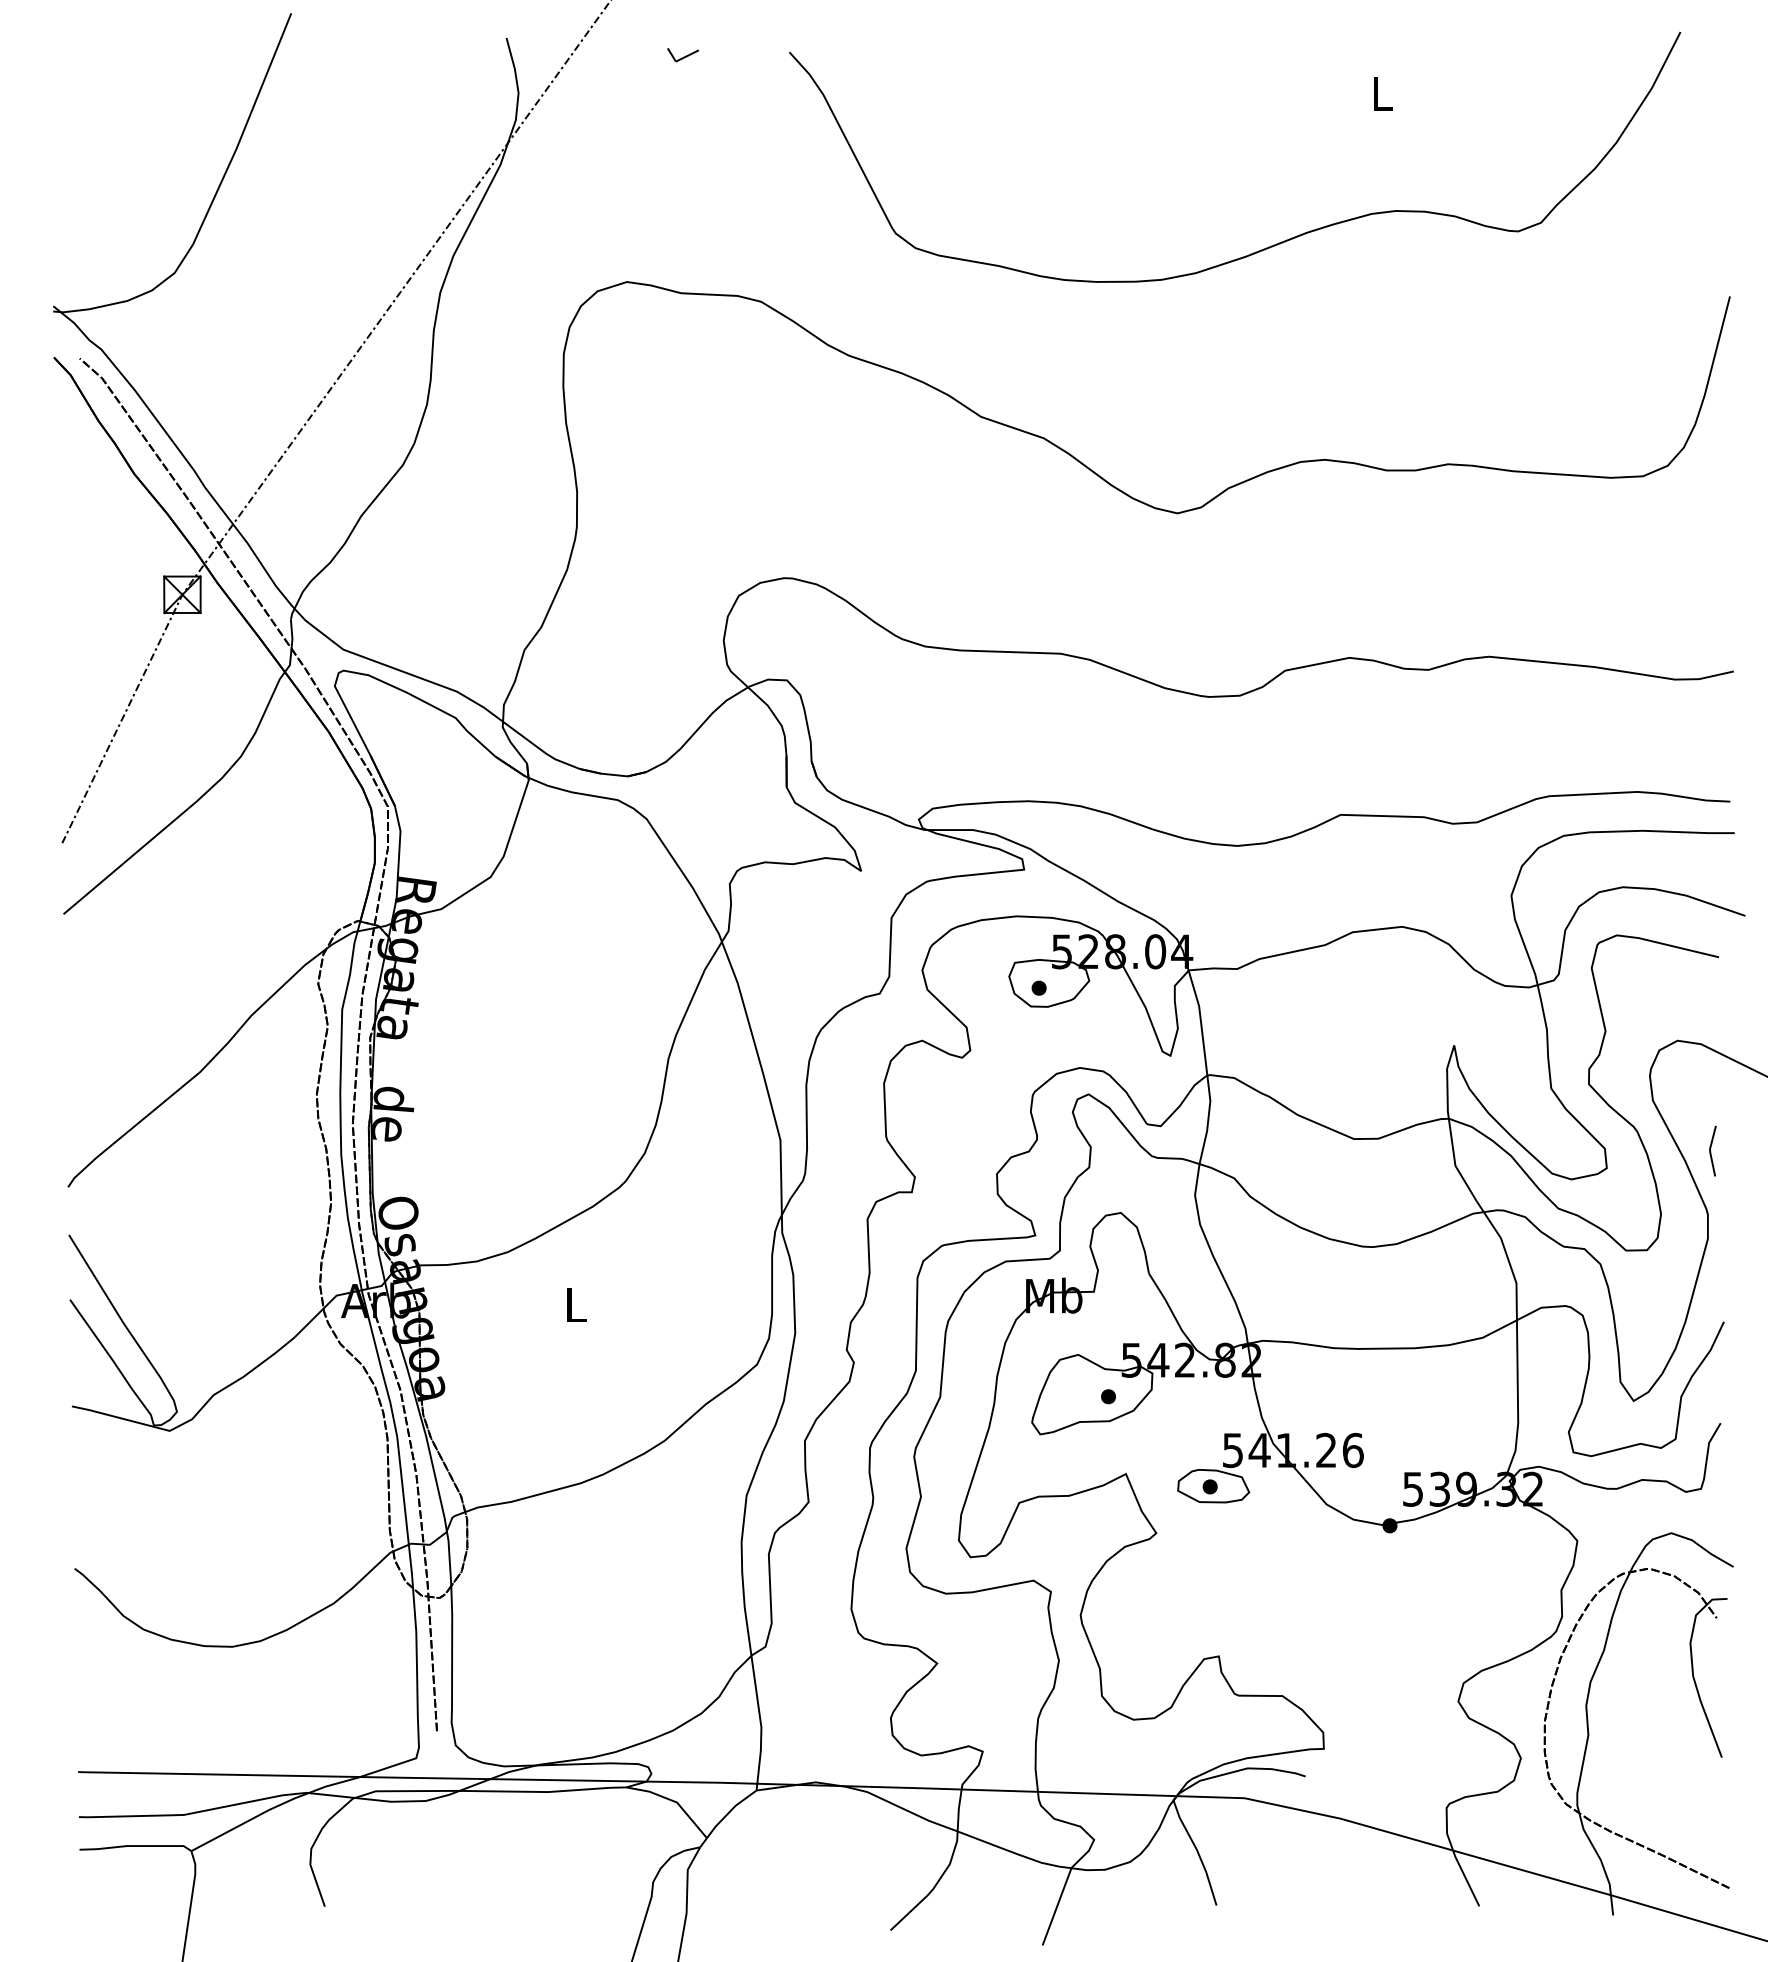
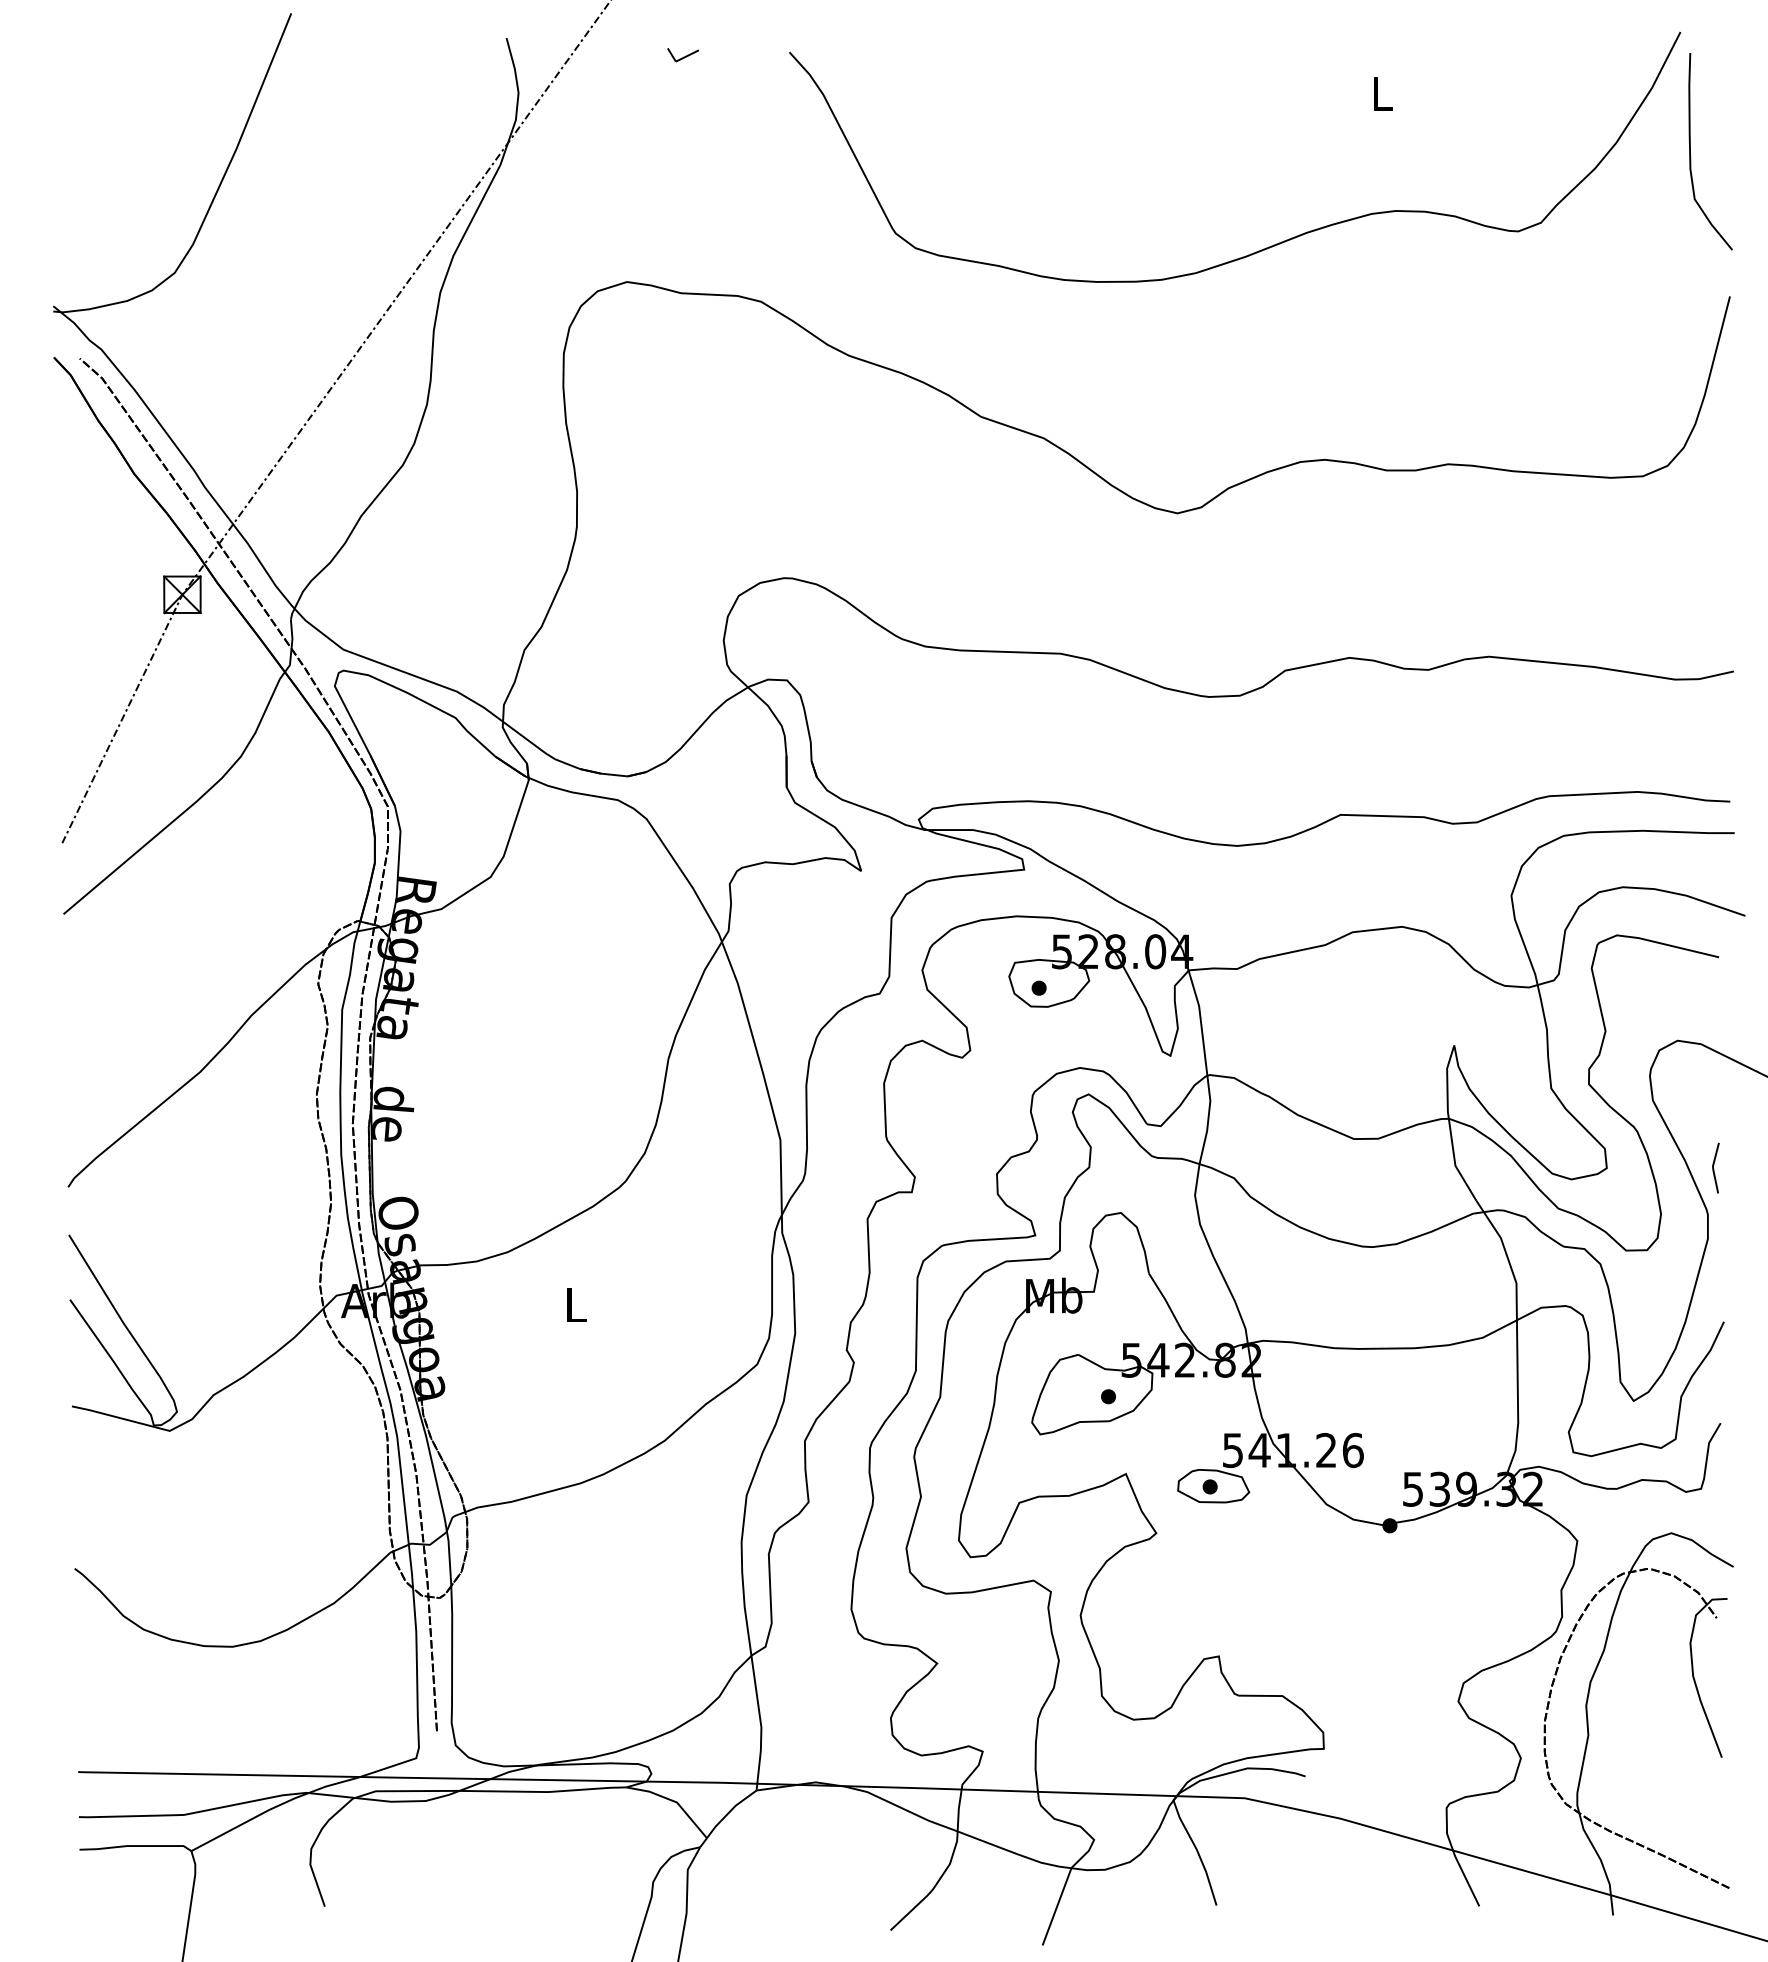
curve at (1691, 156): none -> present
line at (1711, 1151) position: (1711, 1151) -> (1714, 1168)
